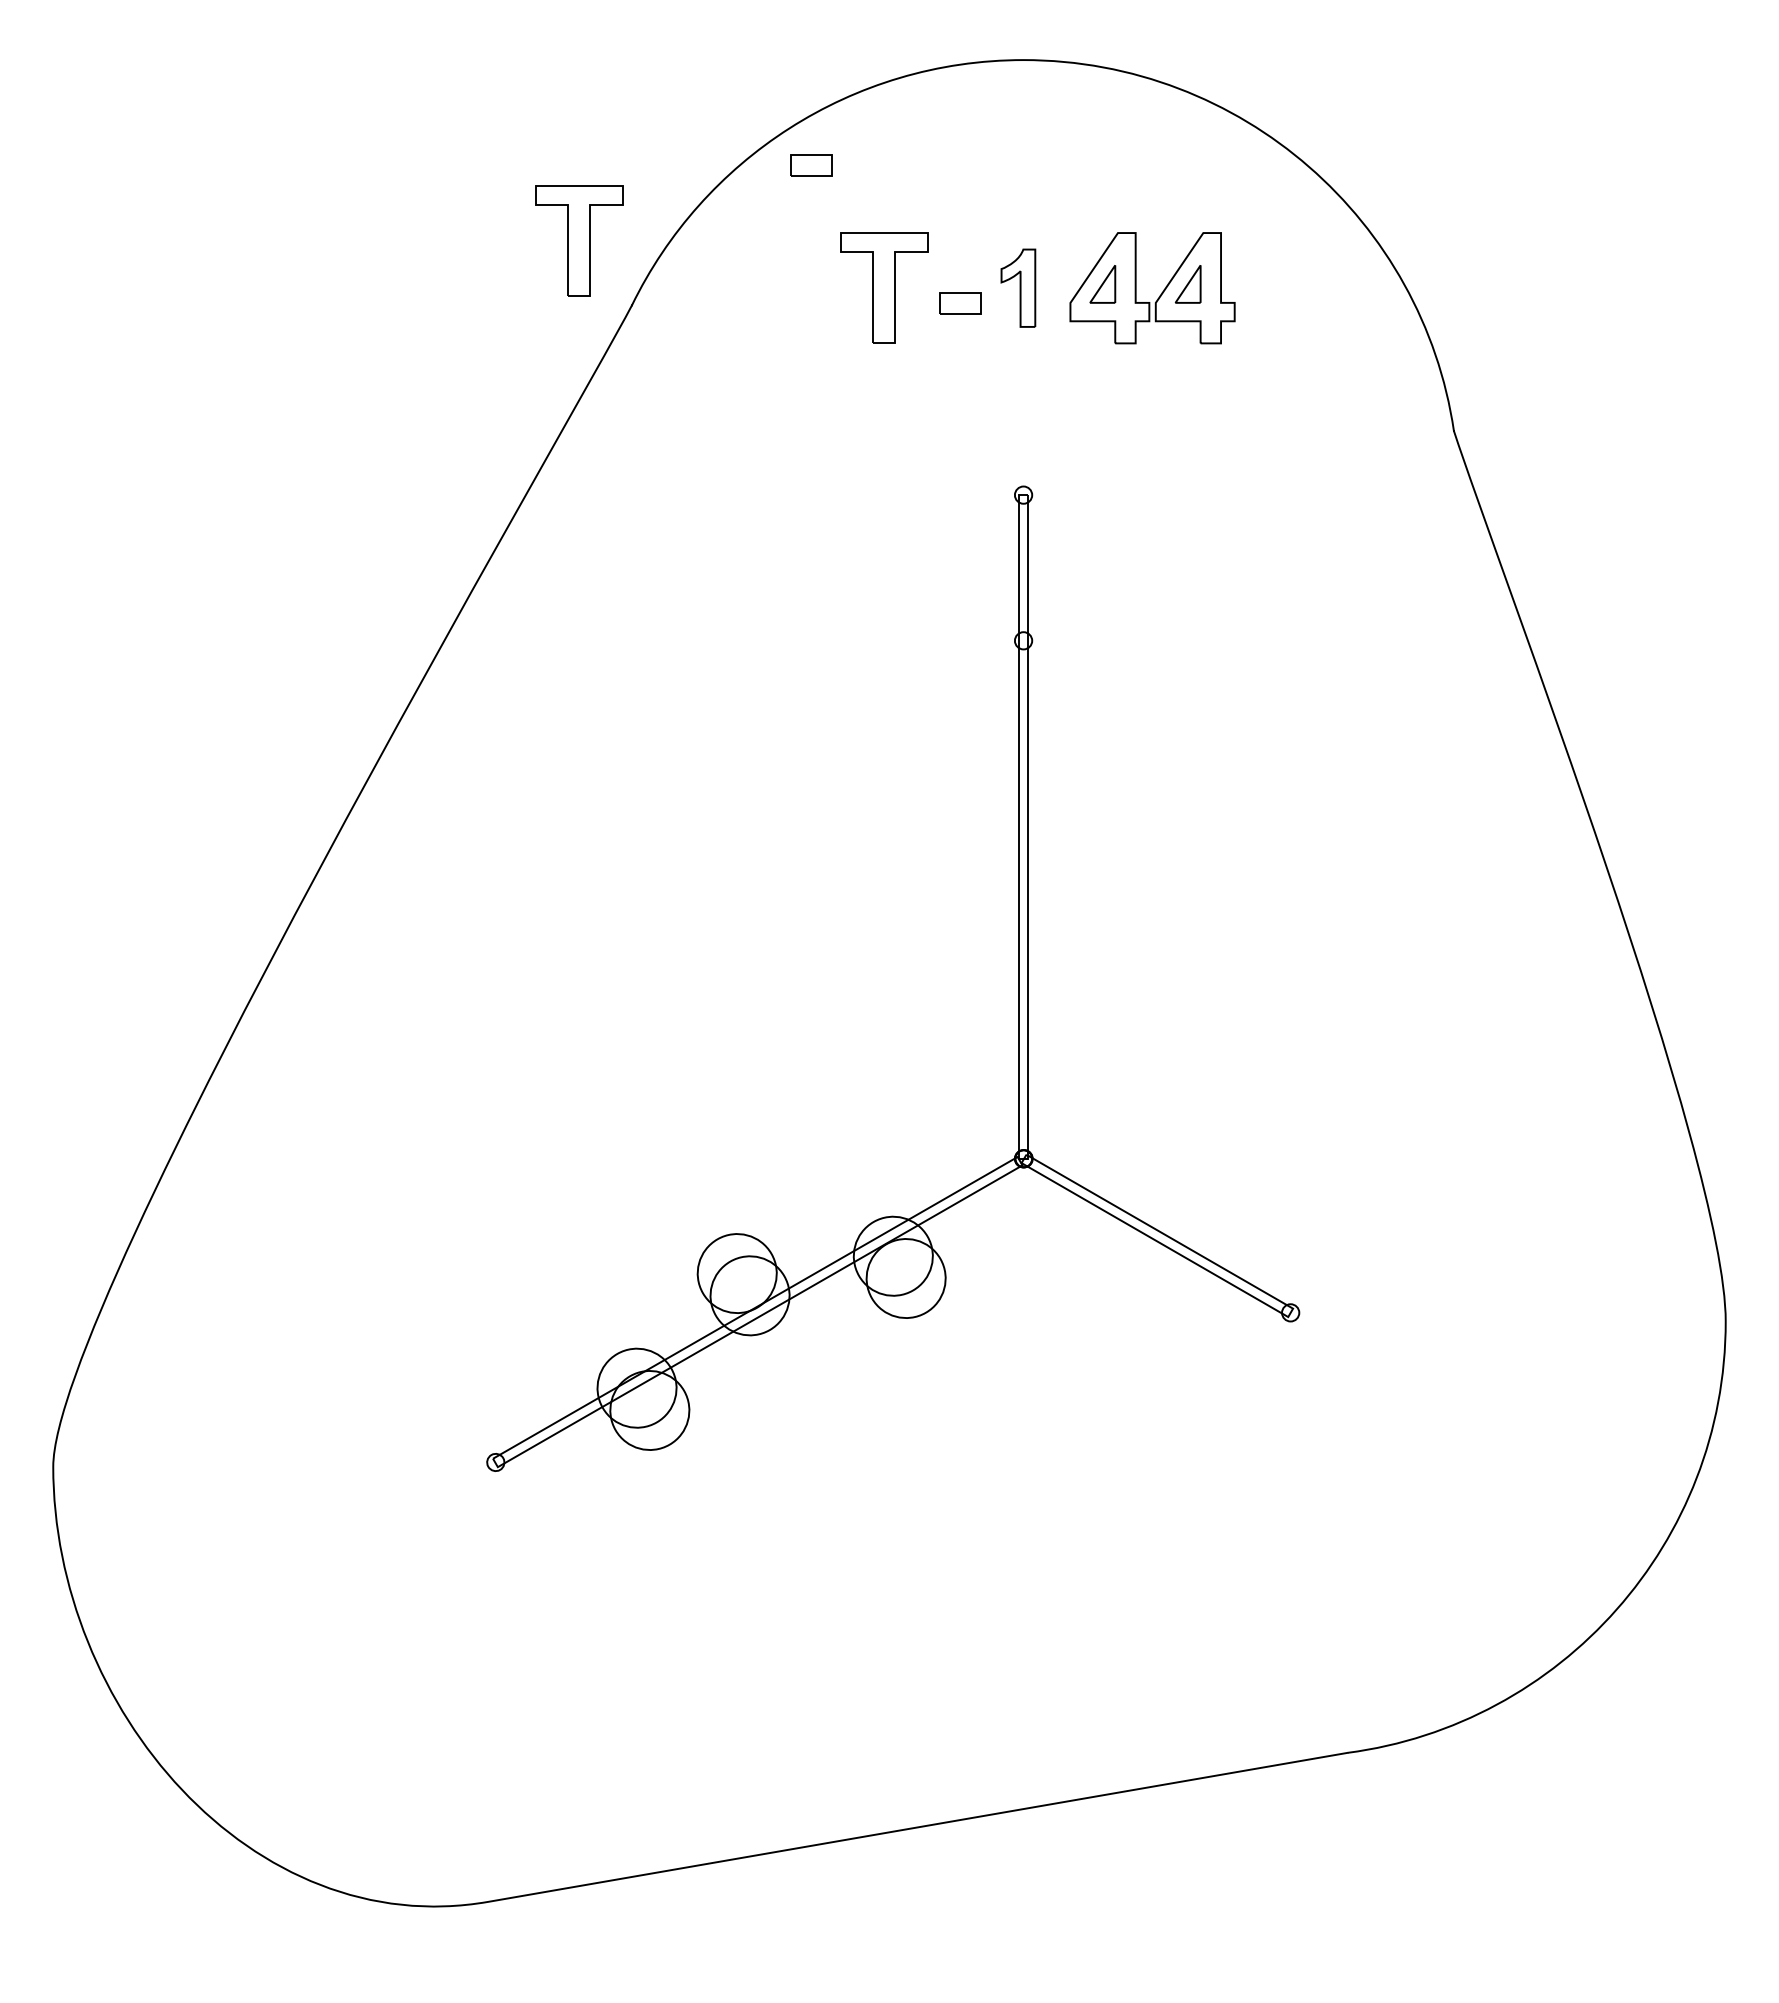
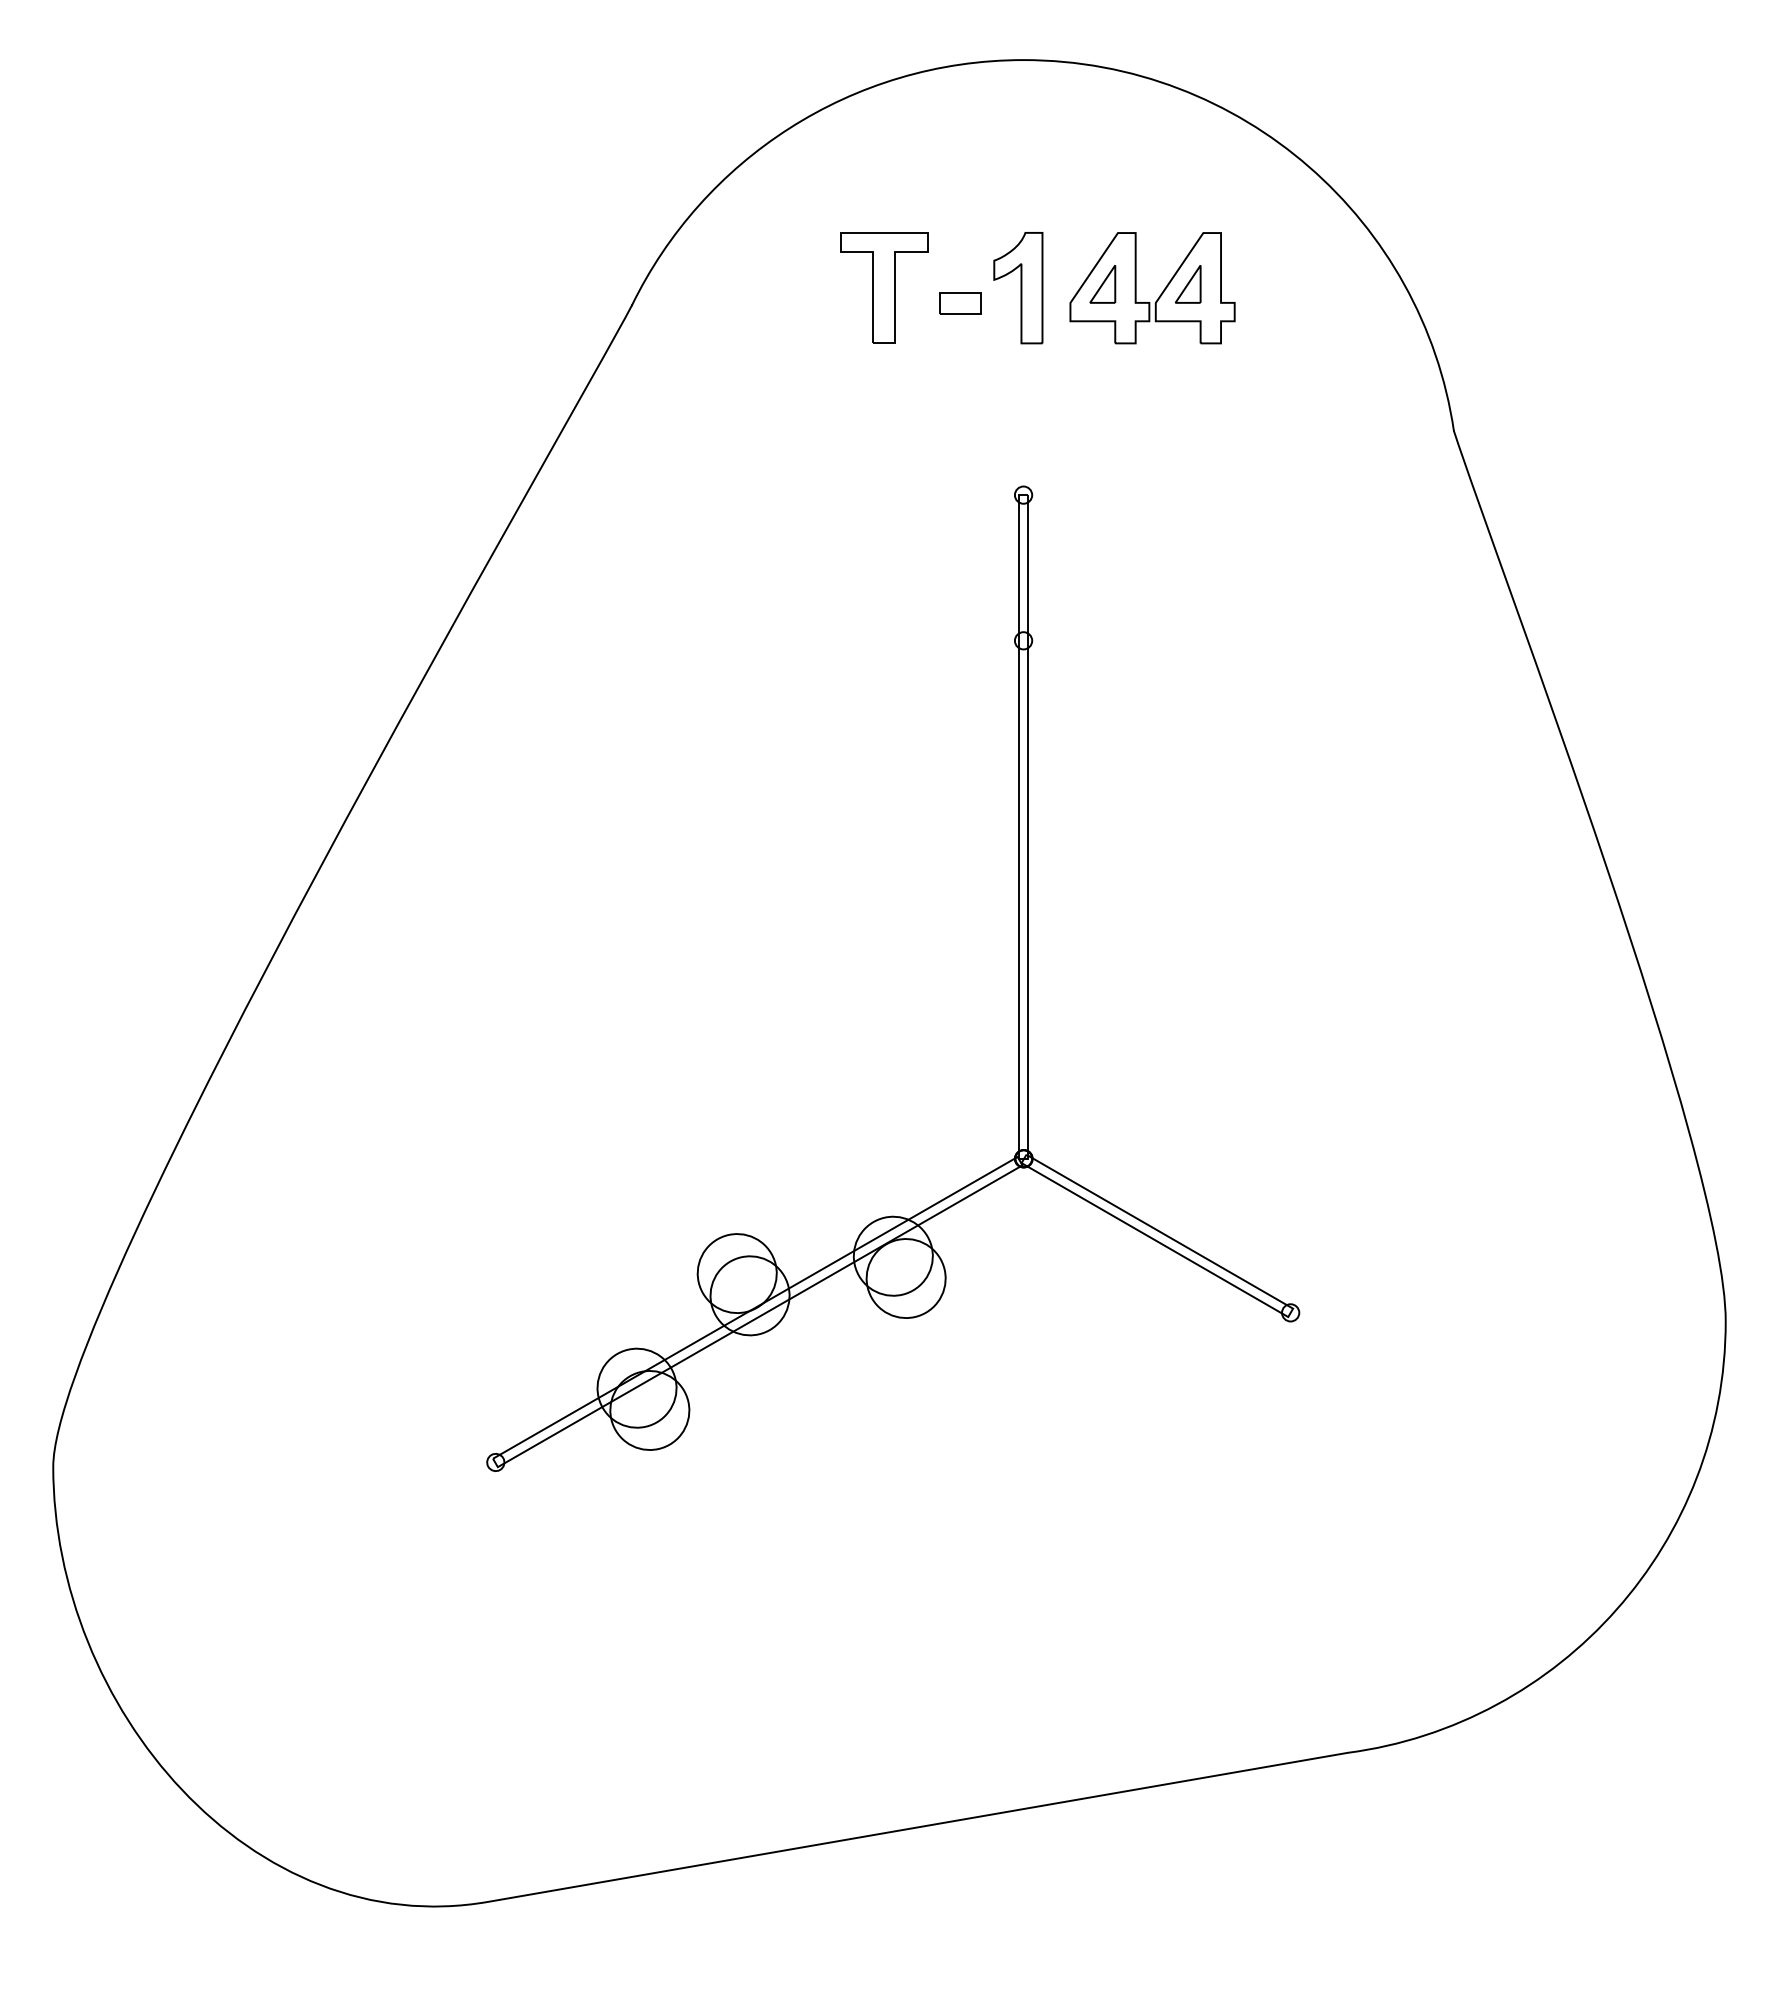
part at (811, 165): present -> none
part at (579, 240): present -> none
part at (1018, 287) size: 37x80 px -> 51x113 px
